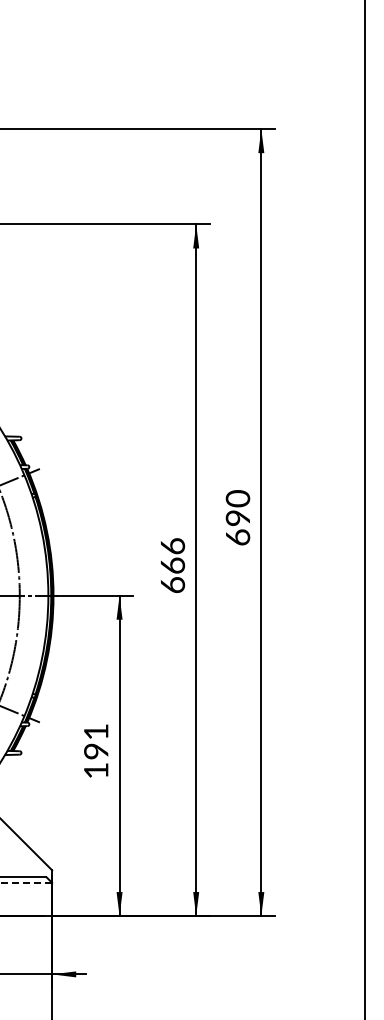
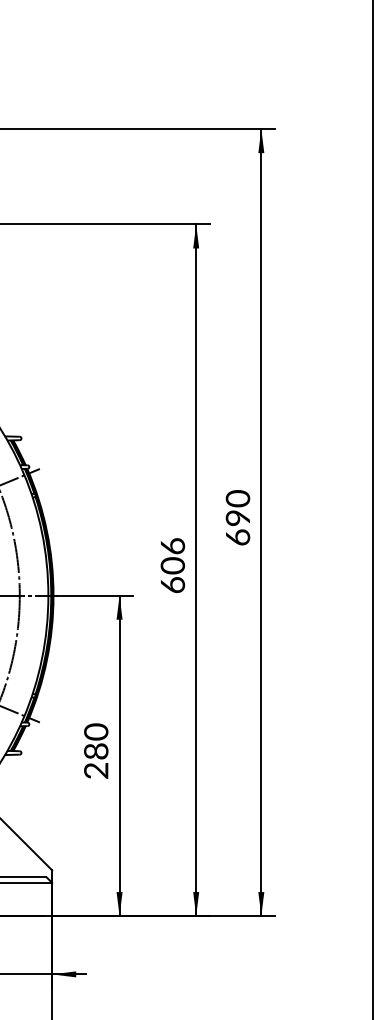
line at (364, 509) position: (364, 509) -> (372, 509)
text at (172, 565): 666 -> 606
text at (96, 750): 191 -> 280
line at (26, 882): dashed -> solid
